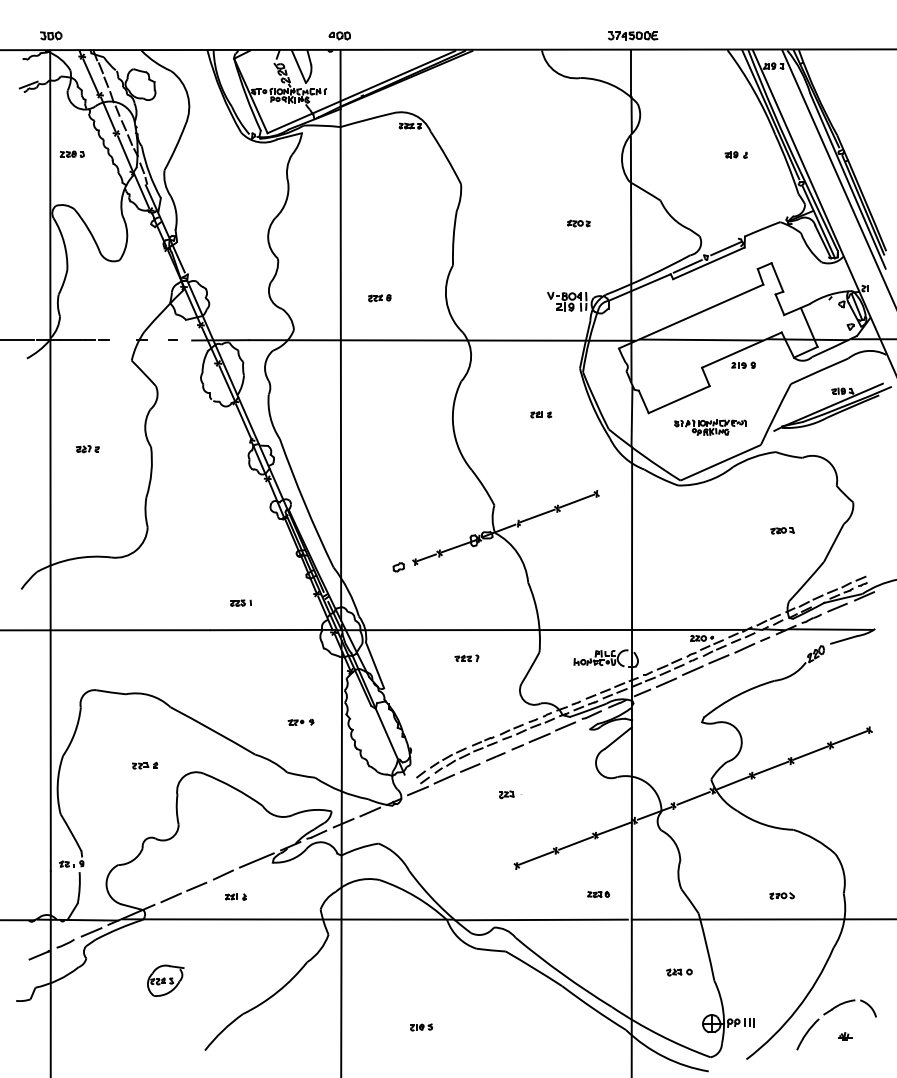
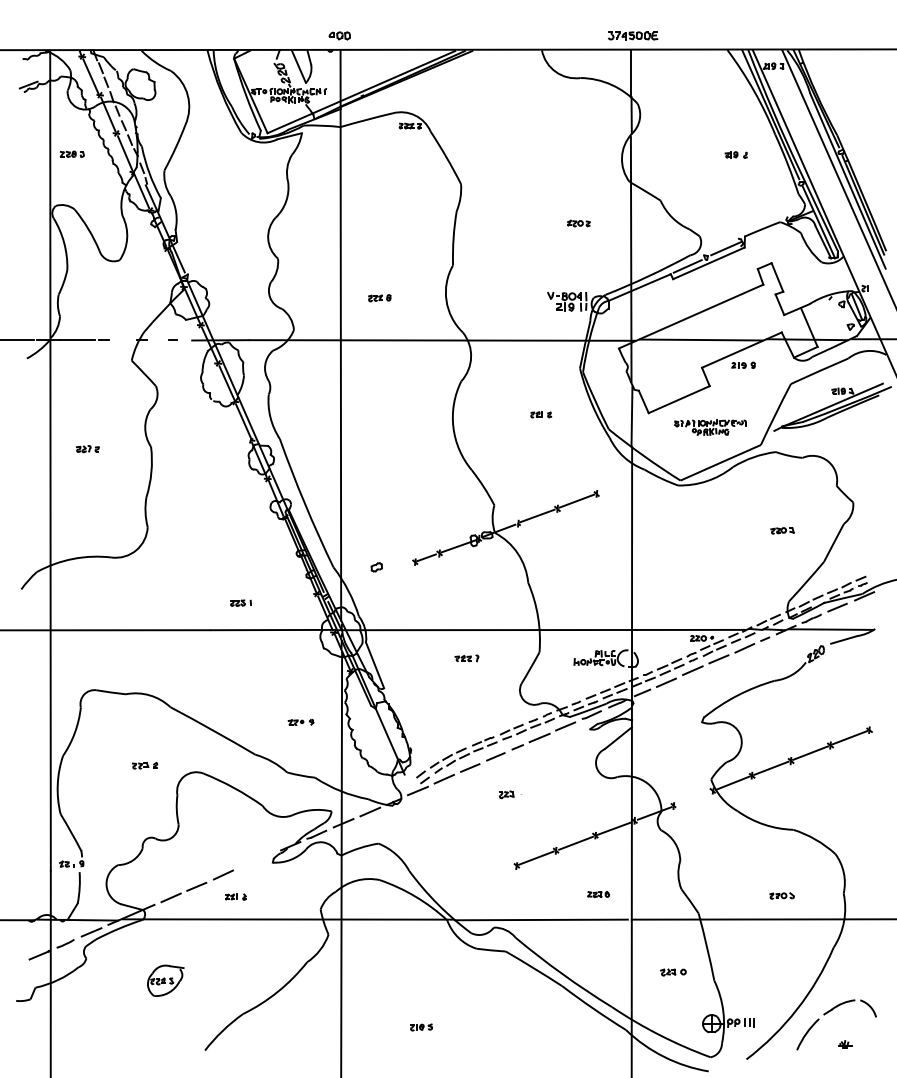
part at (51, 35): present -> none
part at (398, 567) position: (398, 567) -> (376, 567)
line at (693, 798): present -> none
line at (256, 860): present -> none
part at (679, 972) position: (679, 972) -> (673, 972)
part at (845, 1036) position: (845, 1036) -> (845, 1044)
